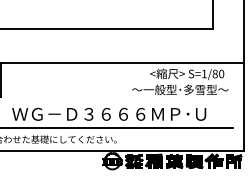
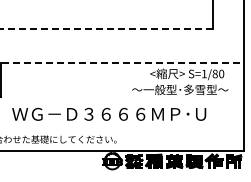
line at (106, 28): solid -> dashed
line at (122, 63): solid -> dashed
line at (117, 127): present -> none
